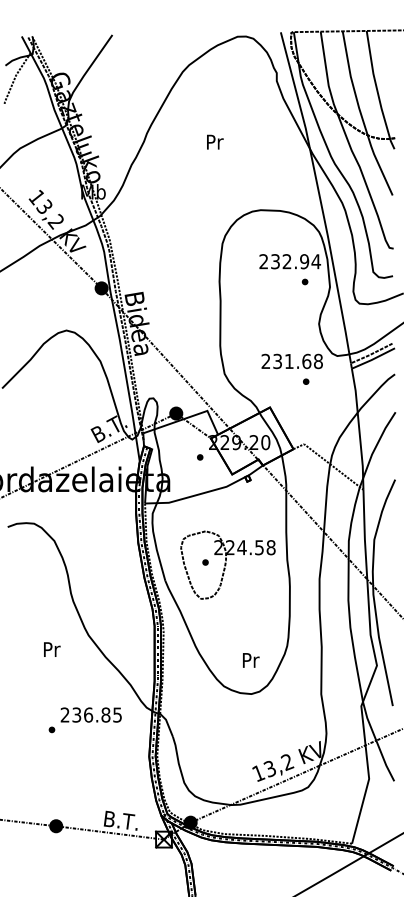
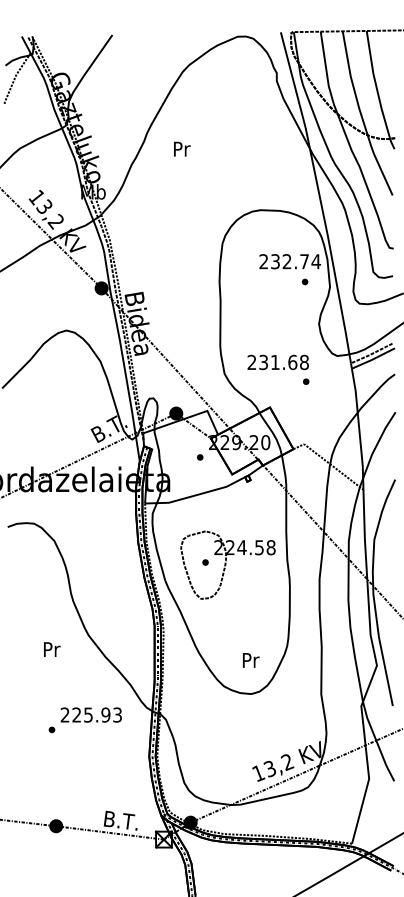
text at (215, 141) position: (215, 141) -> (182, 148)
text at (304, 261): 232.94 -> 232.74
text at (291, 361) position: (291, 361) -> (277, 362)
text at (96, 714): 236.85 -> 225.93
